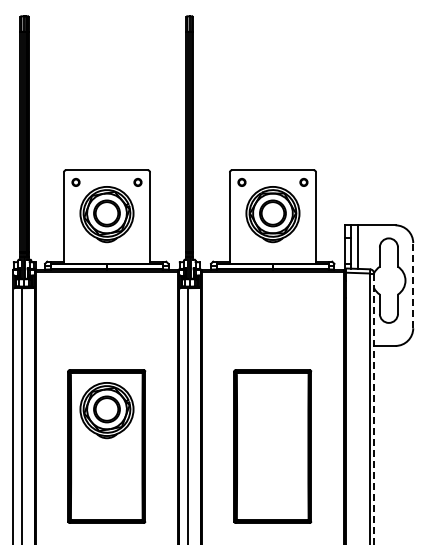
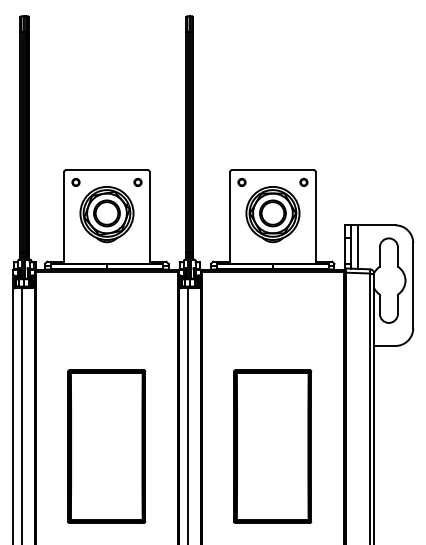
line at (413, 285): dashed -> solid
line at (374, 409): dashed -> solid
part at (106, 410): present -> none
